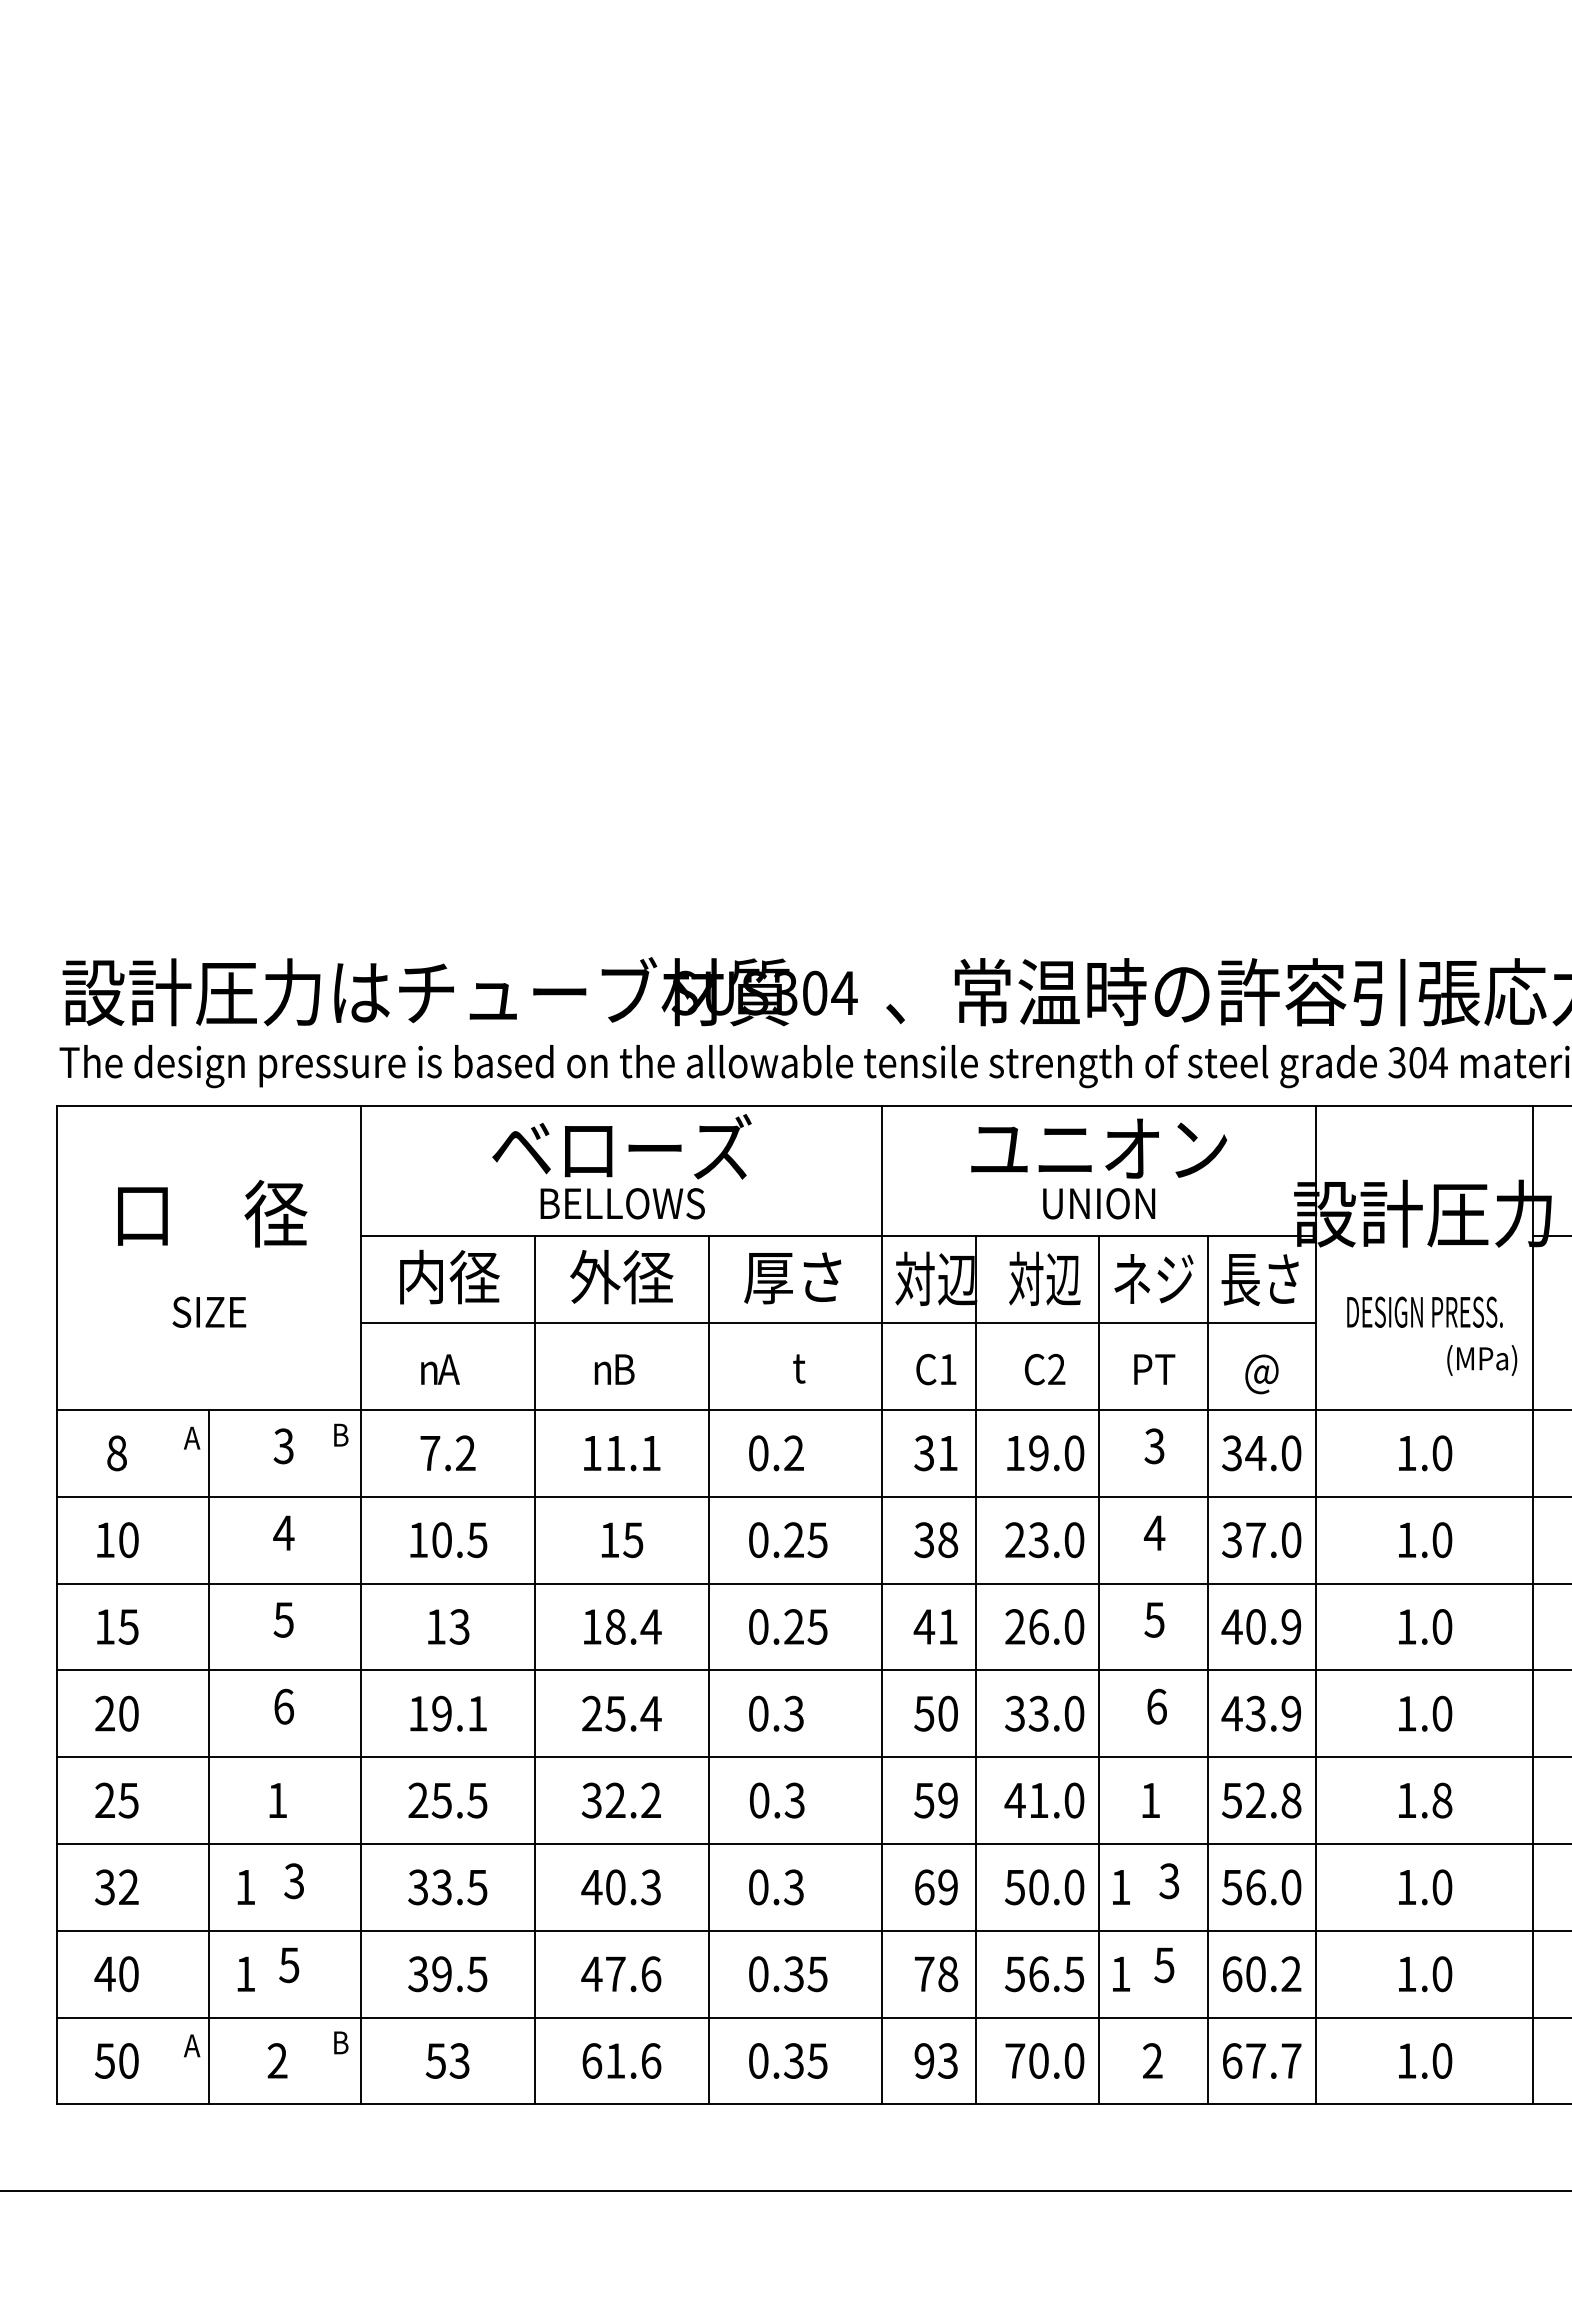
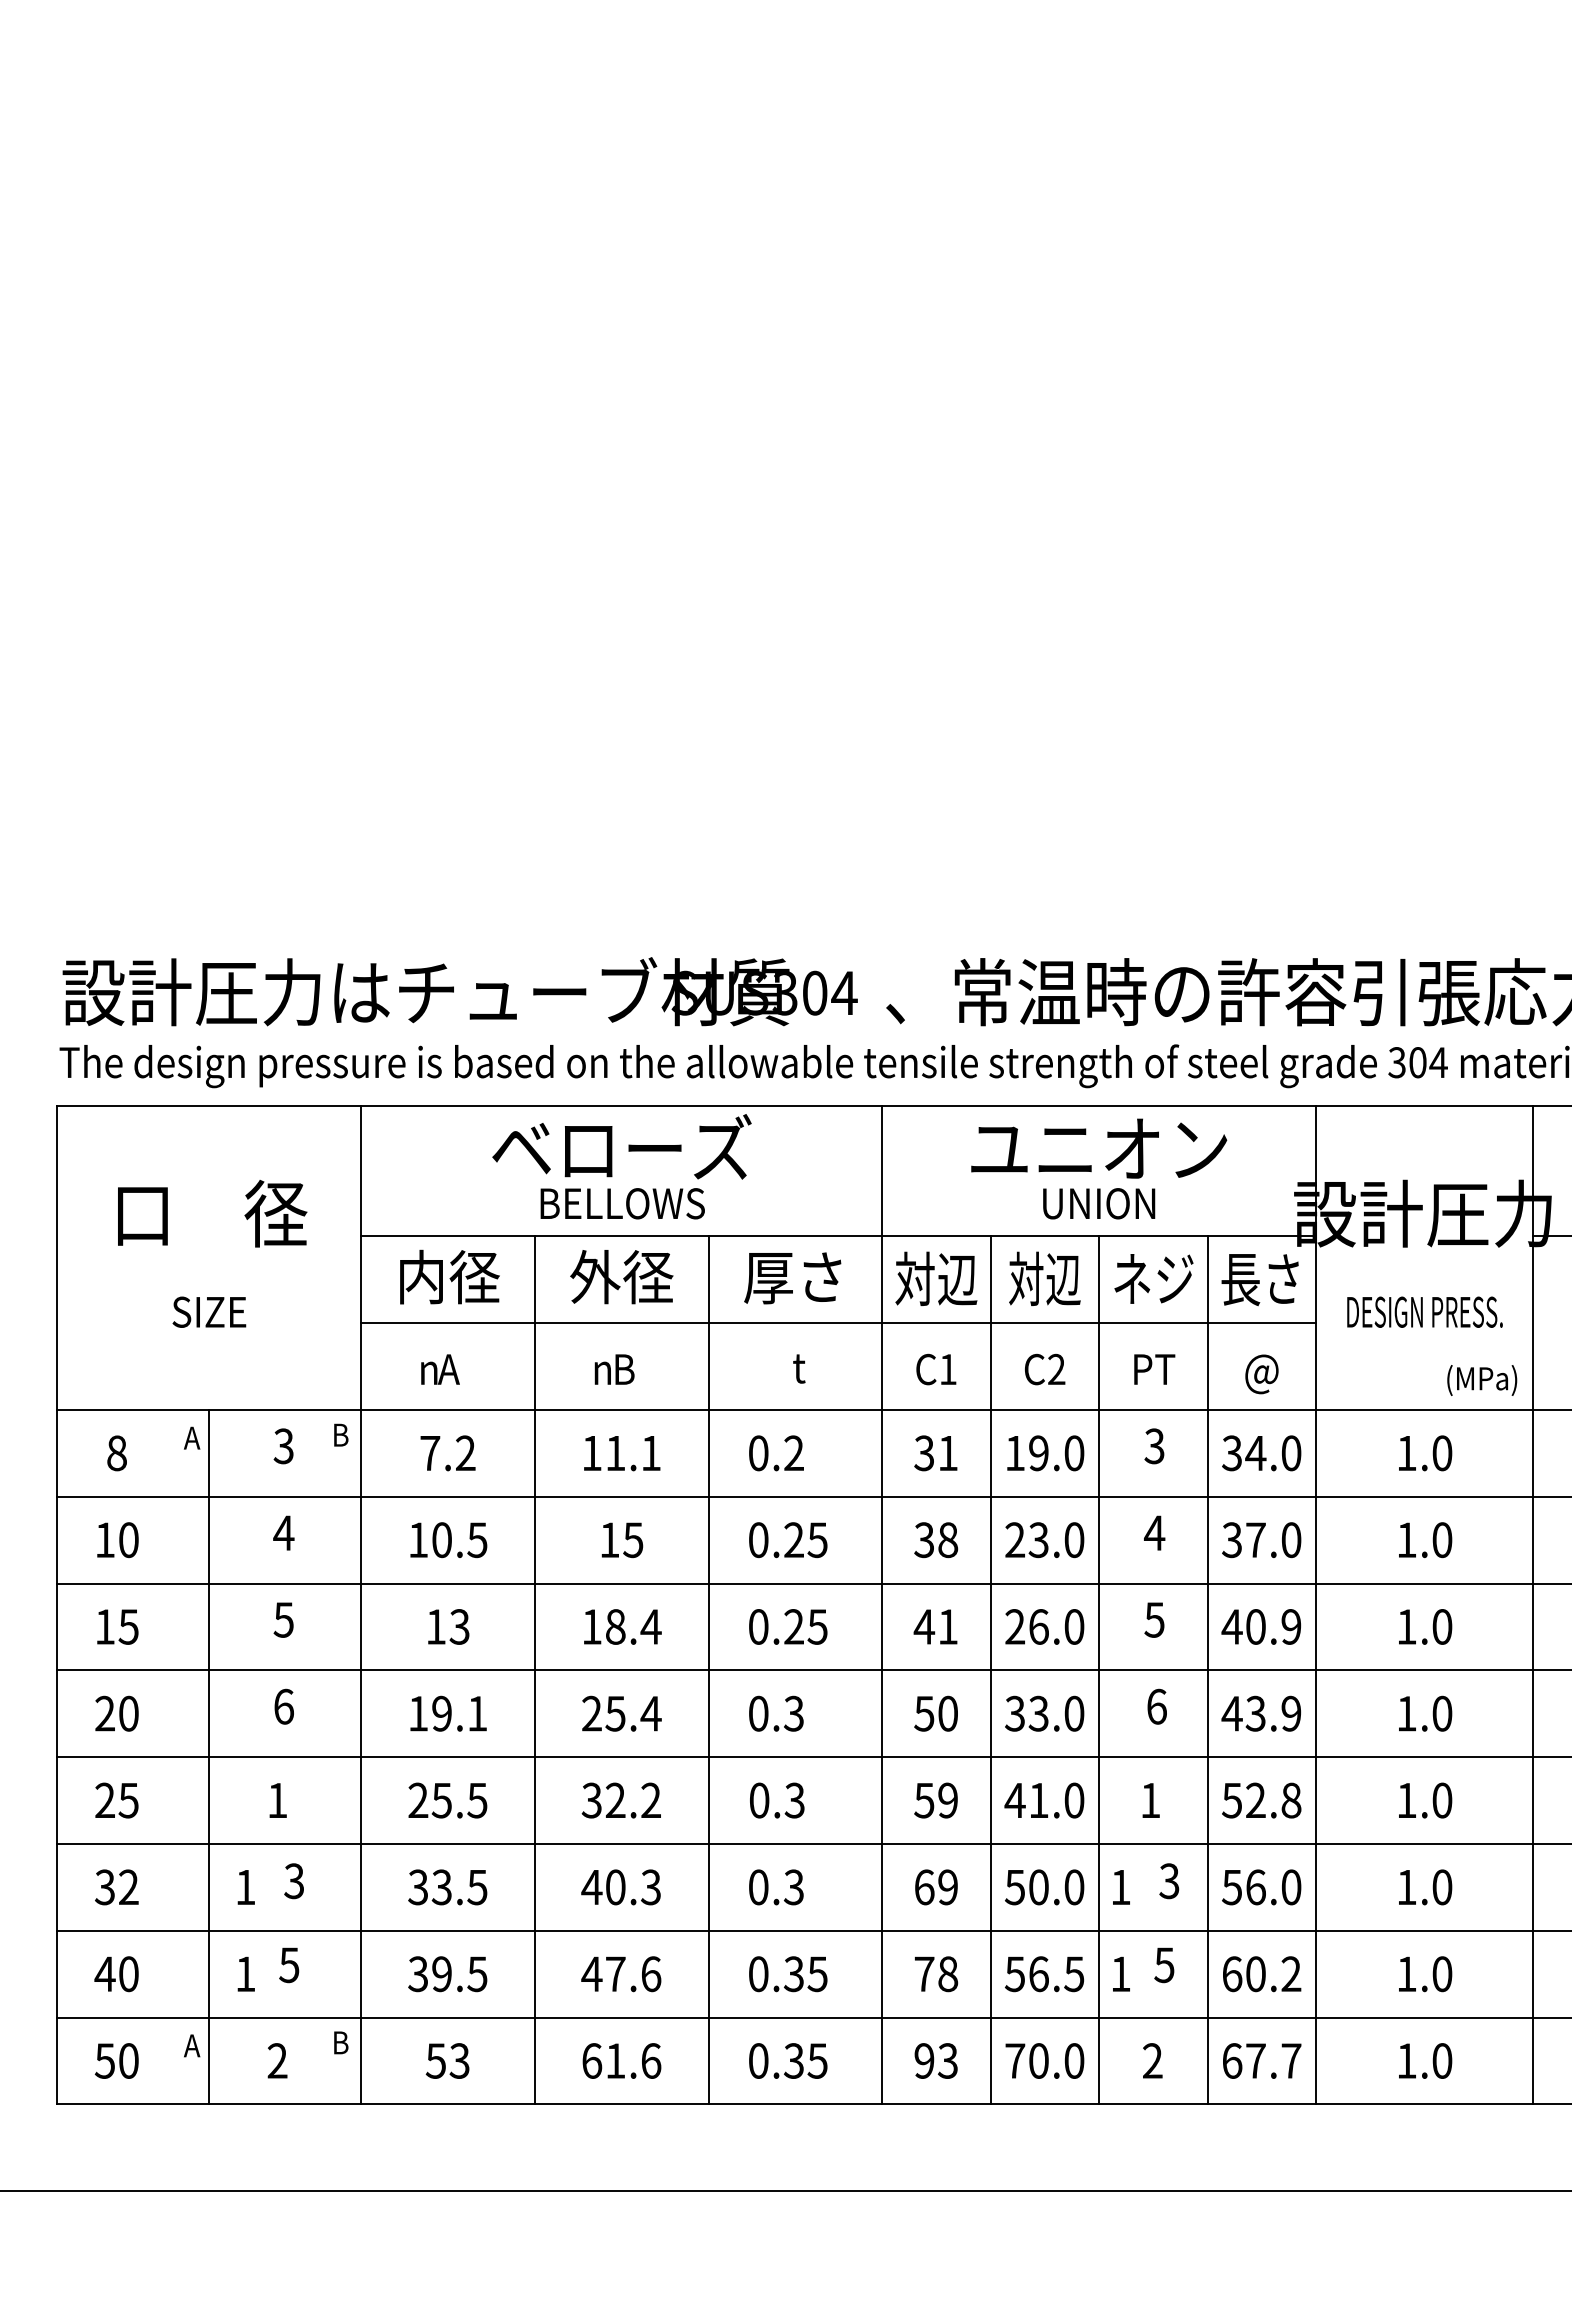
text at (1482, 1360) position: (1482, 1360) -> (1482, 1380)
line at (975, 1670) position: (975, 1670) -> (990, 1670)
text at (1442, 1800): 1.8 -> 1.0
